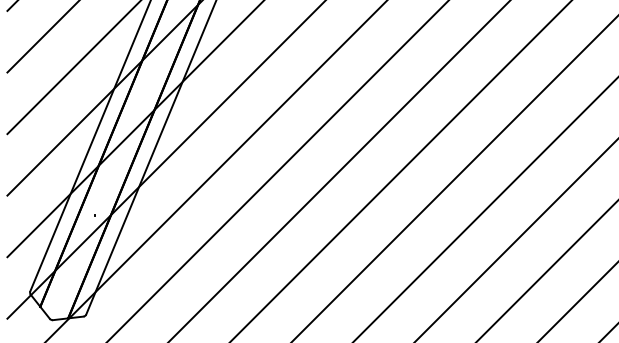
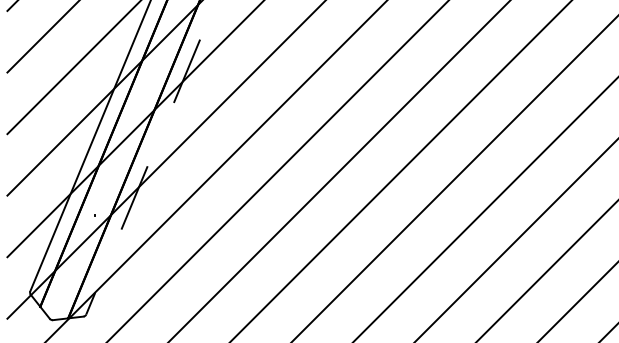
line at (151, 157): solid -> dashed
